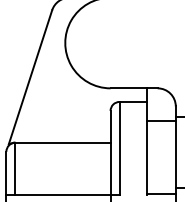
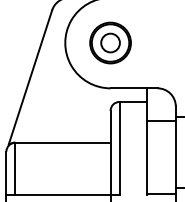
part at (110, 42): none -> present
